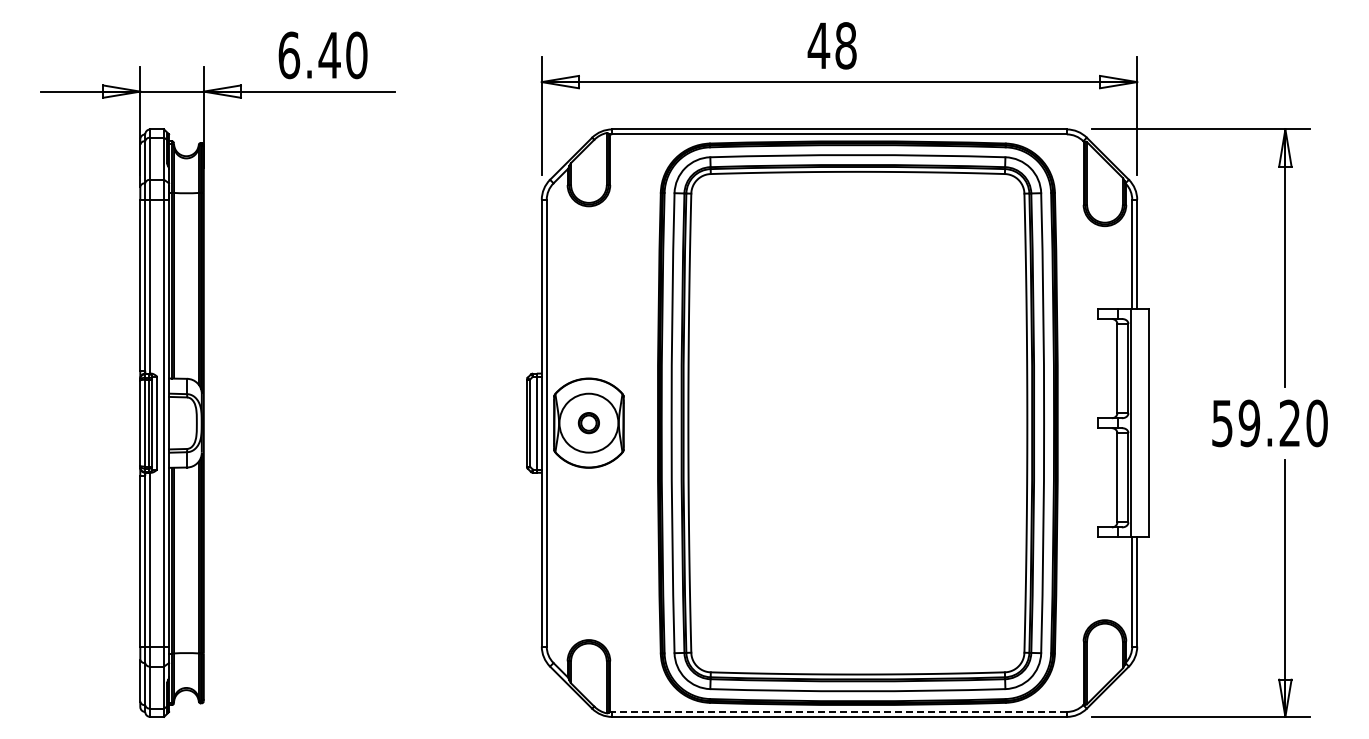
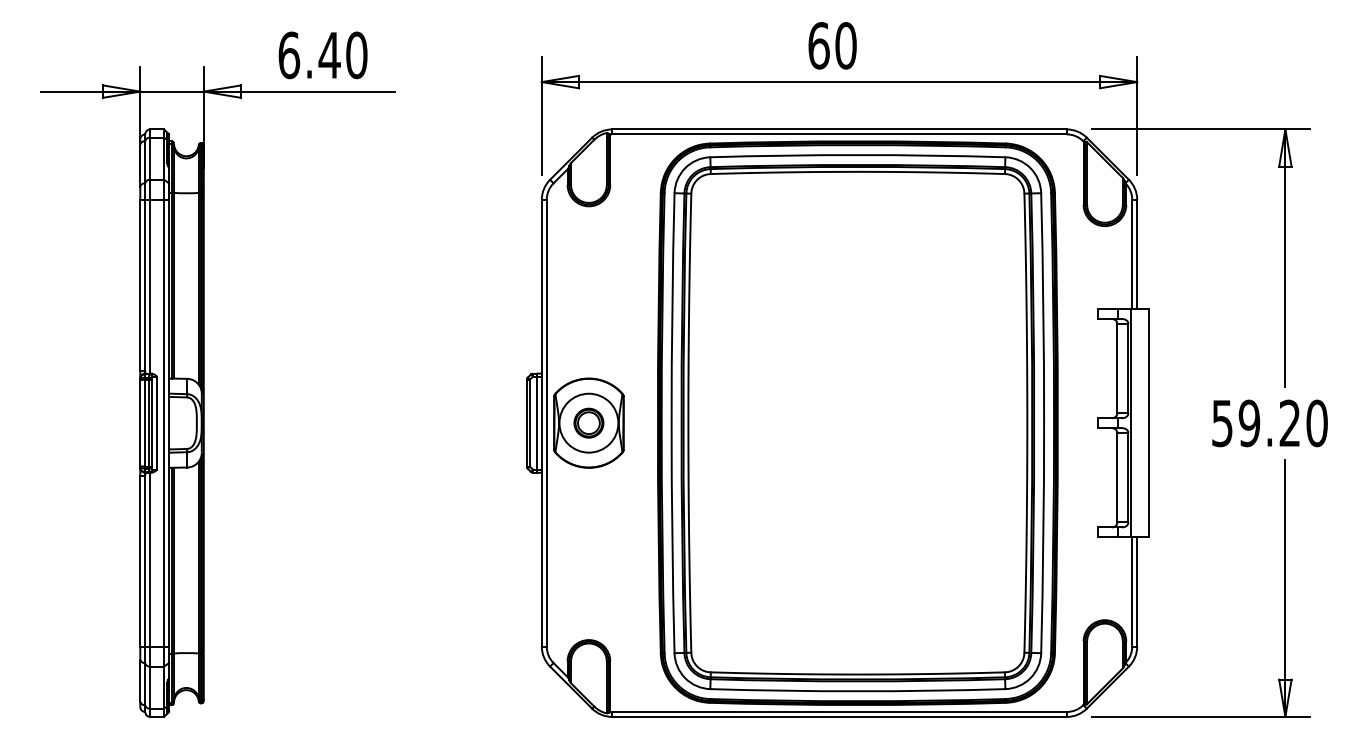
text at (831, 45): 48 -> 60
part at (588, 423) size: 23x23 px -> 32x32 px
line at (839, 711): dashed -> solid
